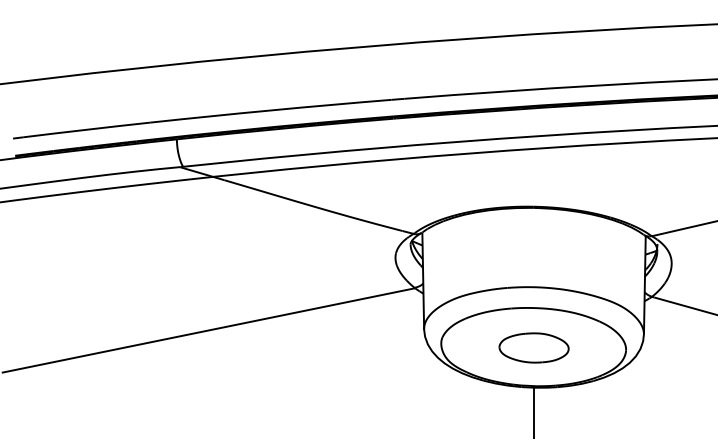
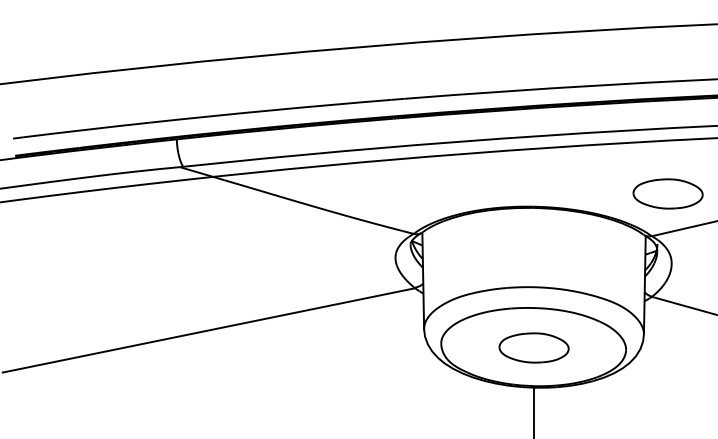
part at (667, 193): none -> present
